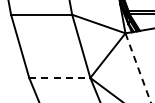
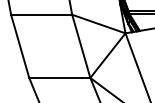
line at (138, 68): dashed -> solid
line at (59, 77): dashed -> solid
